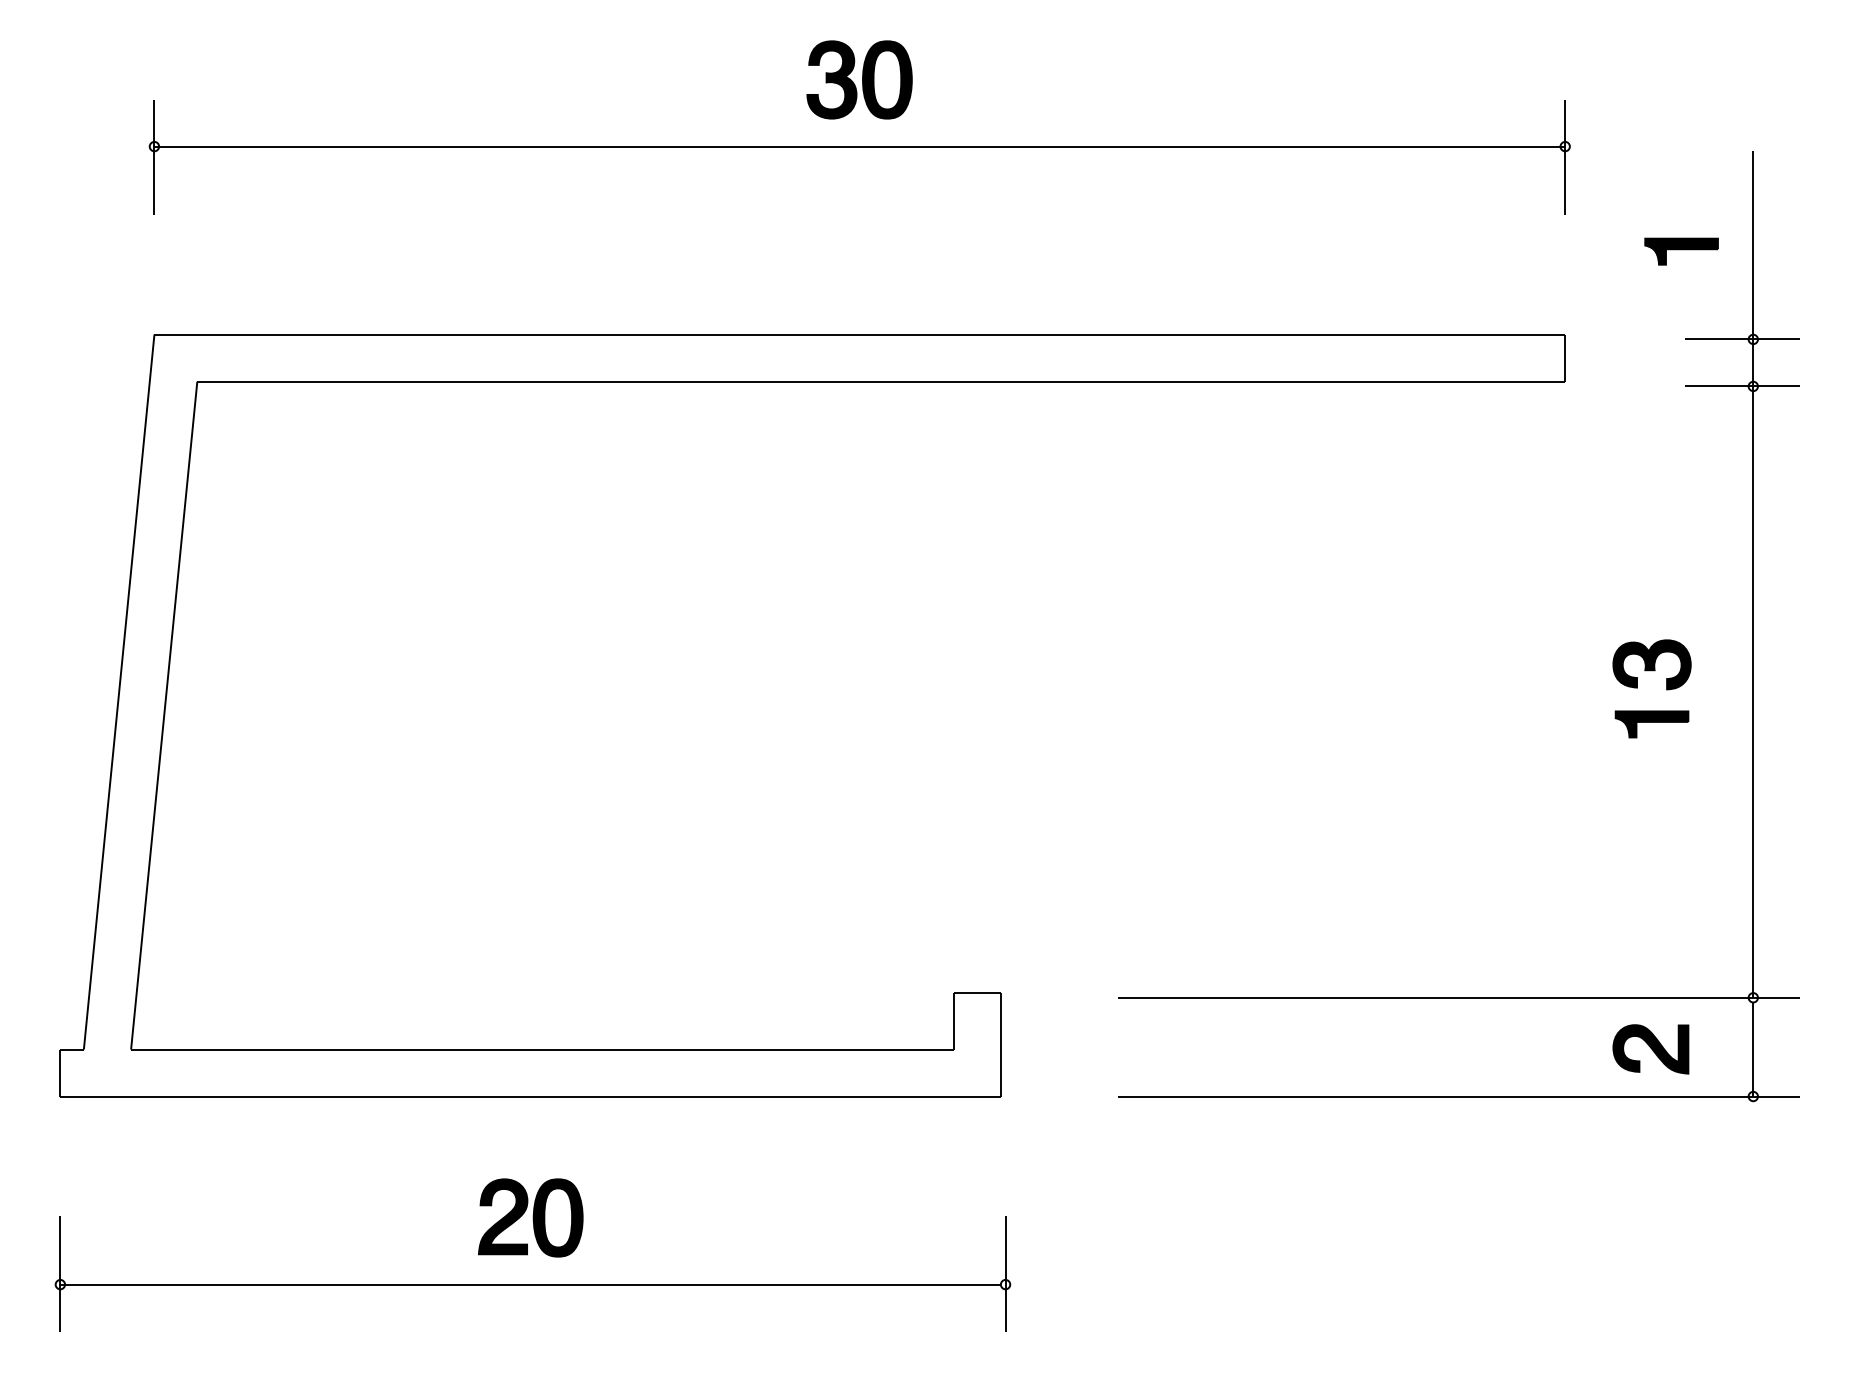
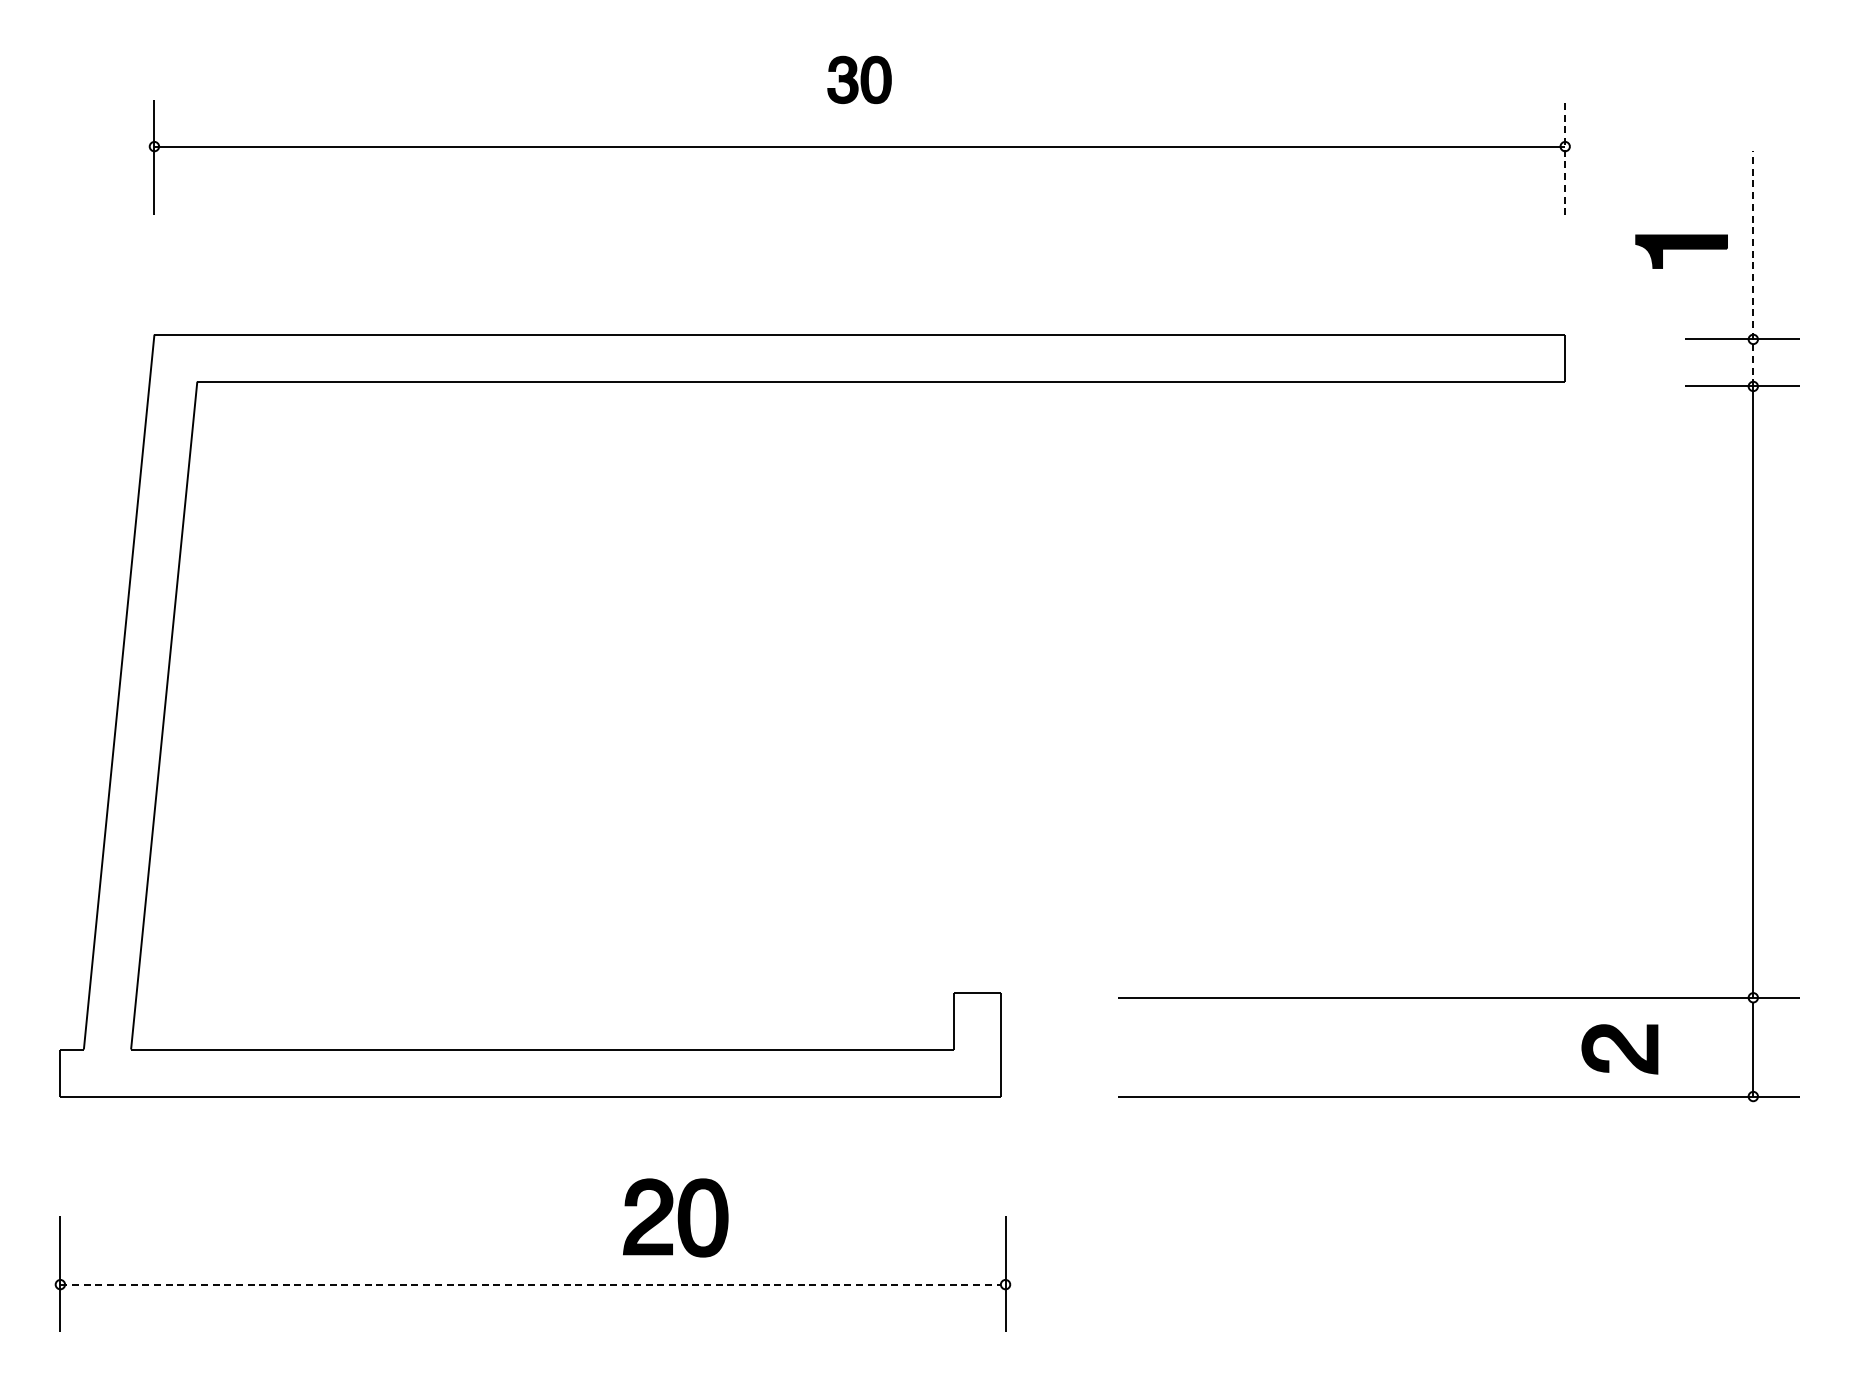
part at (859, 79) size: 107x80 px -> 65x50 px
line at (1565, 157): solid -> dashed
part at (1681, 251) size: 75x29 px -> 93x35 px
line at (1753, 268): solid -> dashed
part at (1637, 688): present -> none
part at (1650, 1049) position: (1650, 1049) -> (1619, 1049)
part at (530, 1217) position: (530, 1217) -> (675, 1217)
line at (531, 1284): solid -> dashed
